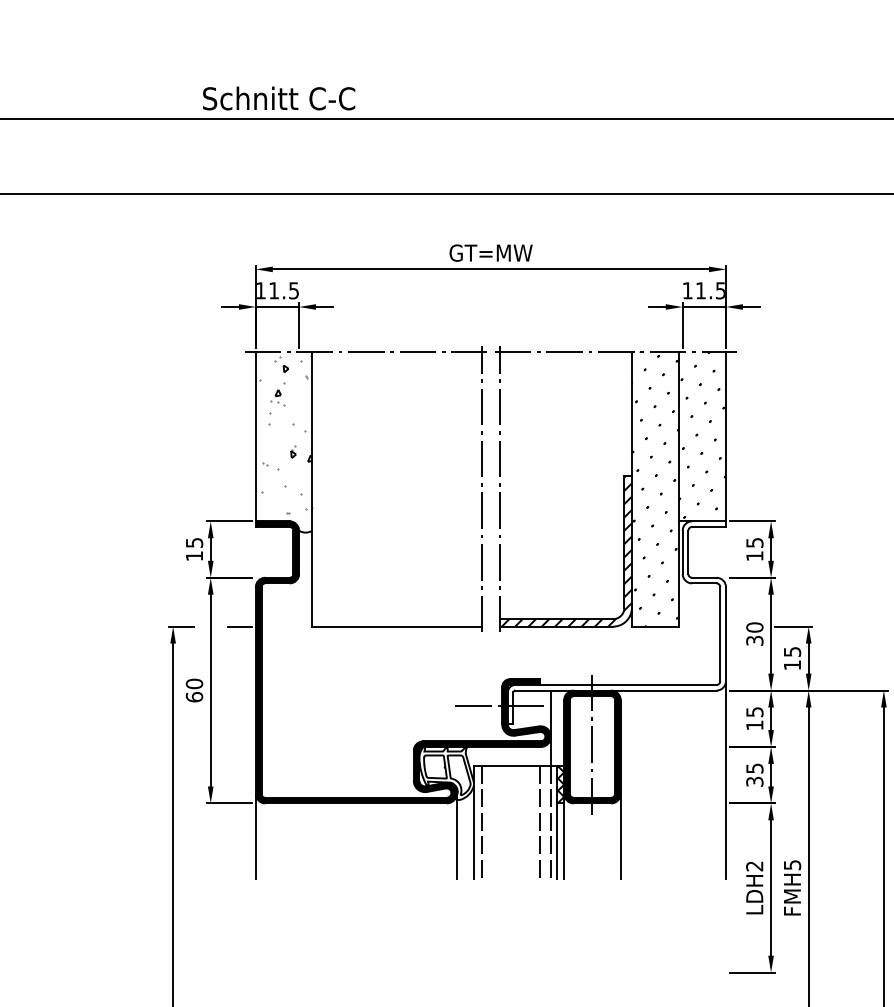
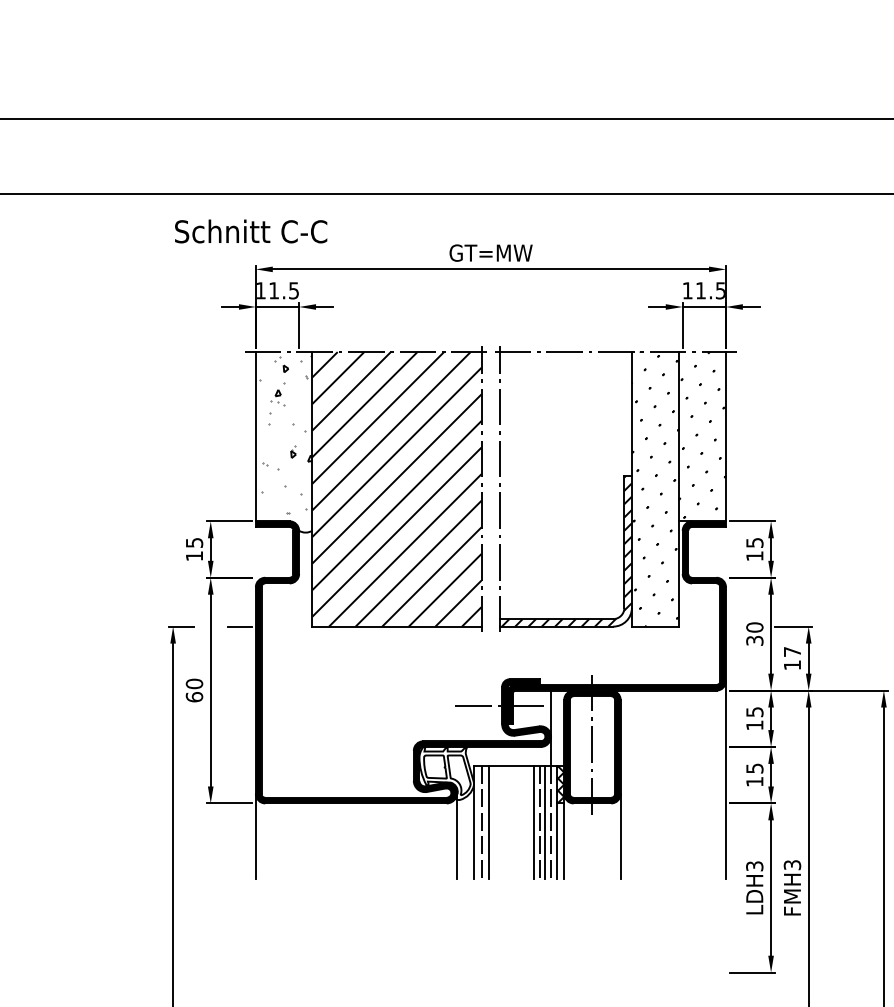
text at (279, 98) position: (279, 98) -> (251, 231)
hatch at (396, 489): none -> present
fill at (616, 622): none -> present
text at (792, 651): 15 -> 17
text at (754, 781): 35 -> 15
line at (489, 821): none -> present
line at (534, 821): none -> present
line at (545, 821): none -> present
text at (791, 864): FMH5 -> FMH3
text at (754, 866): LDH2 -> LDH3
